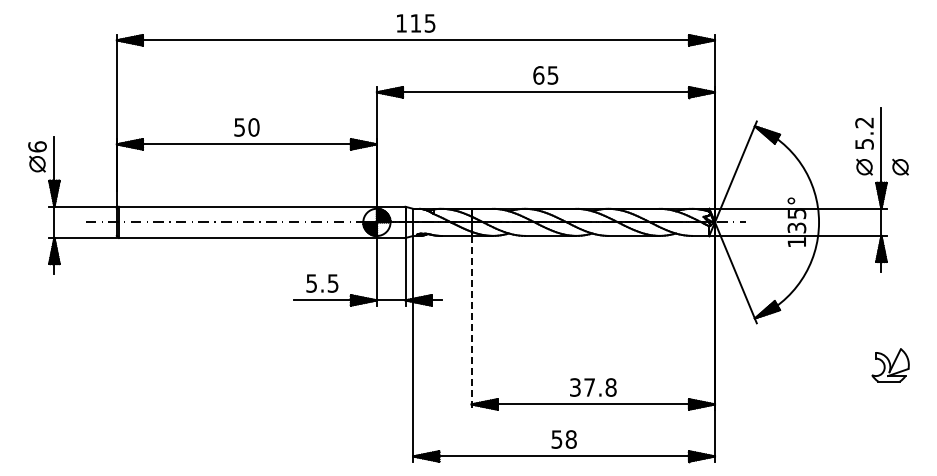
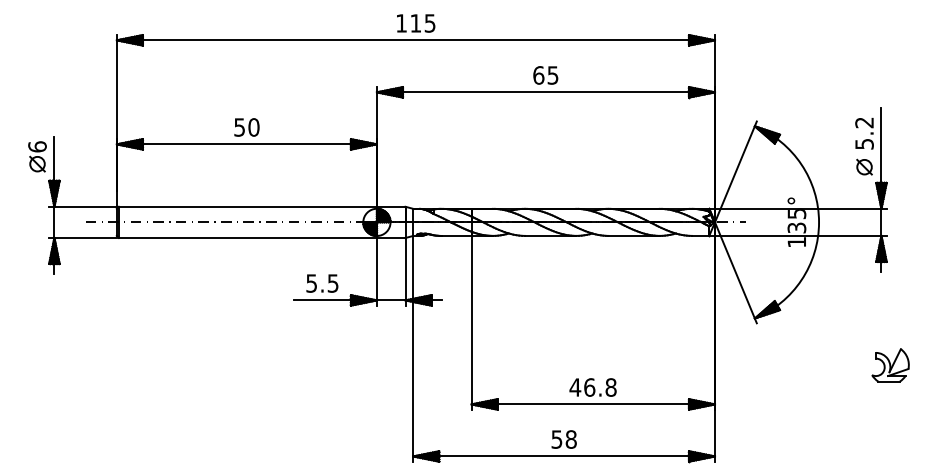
part at (900, 166): present -> none
line at (471, 322): dashed -> solid
text at (582, 387): 37.8 -> 46.8
